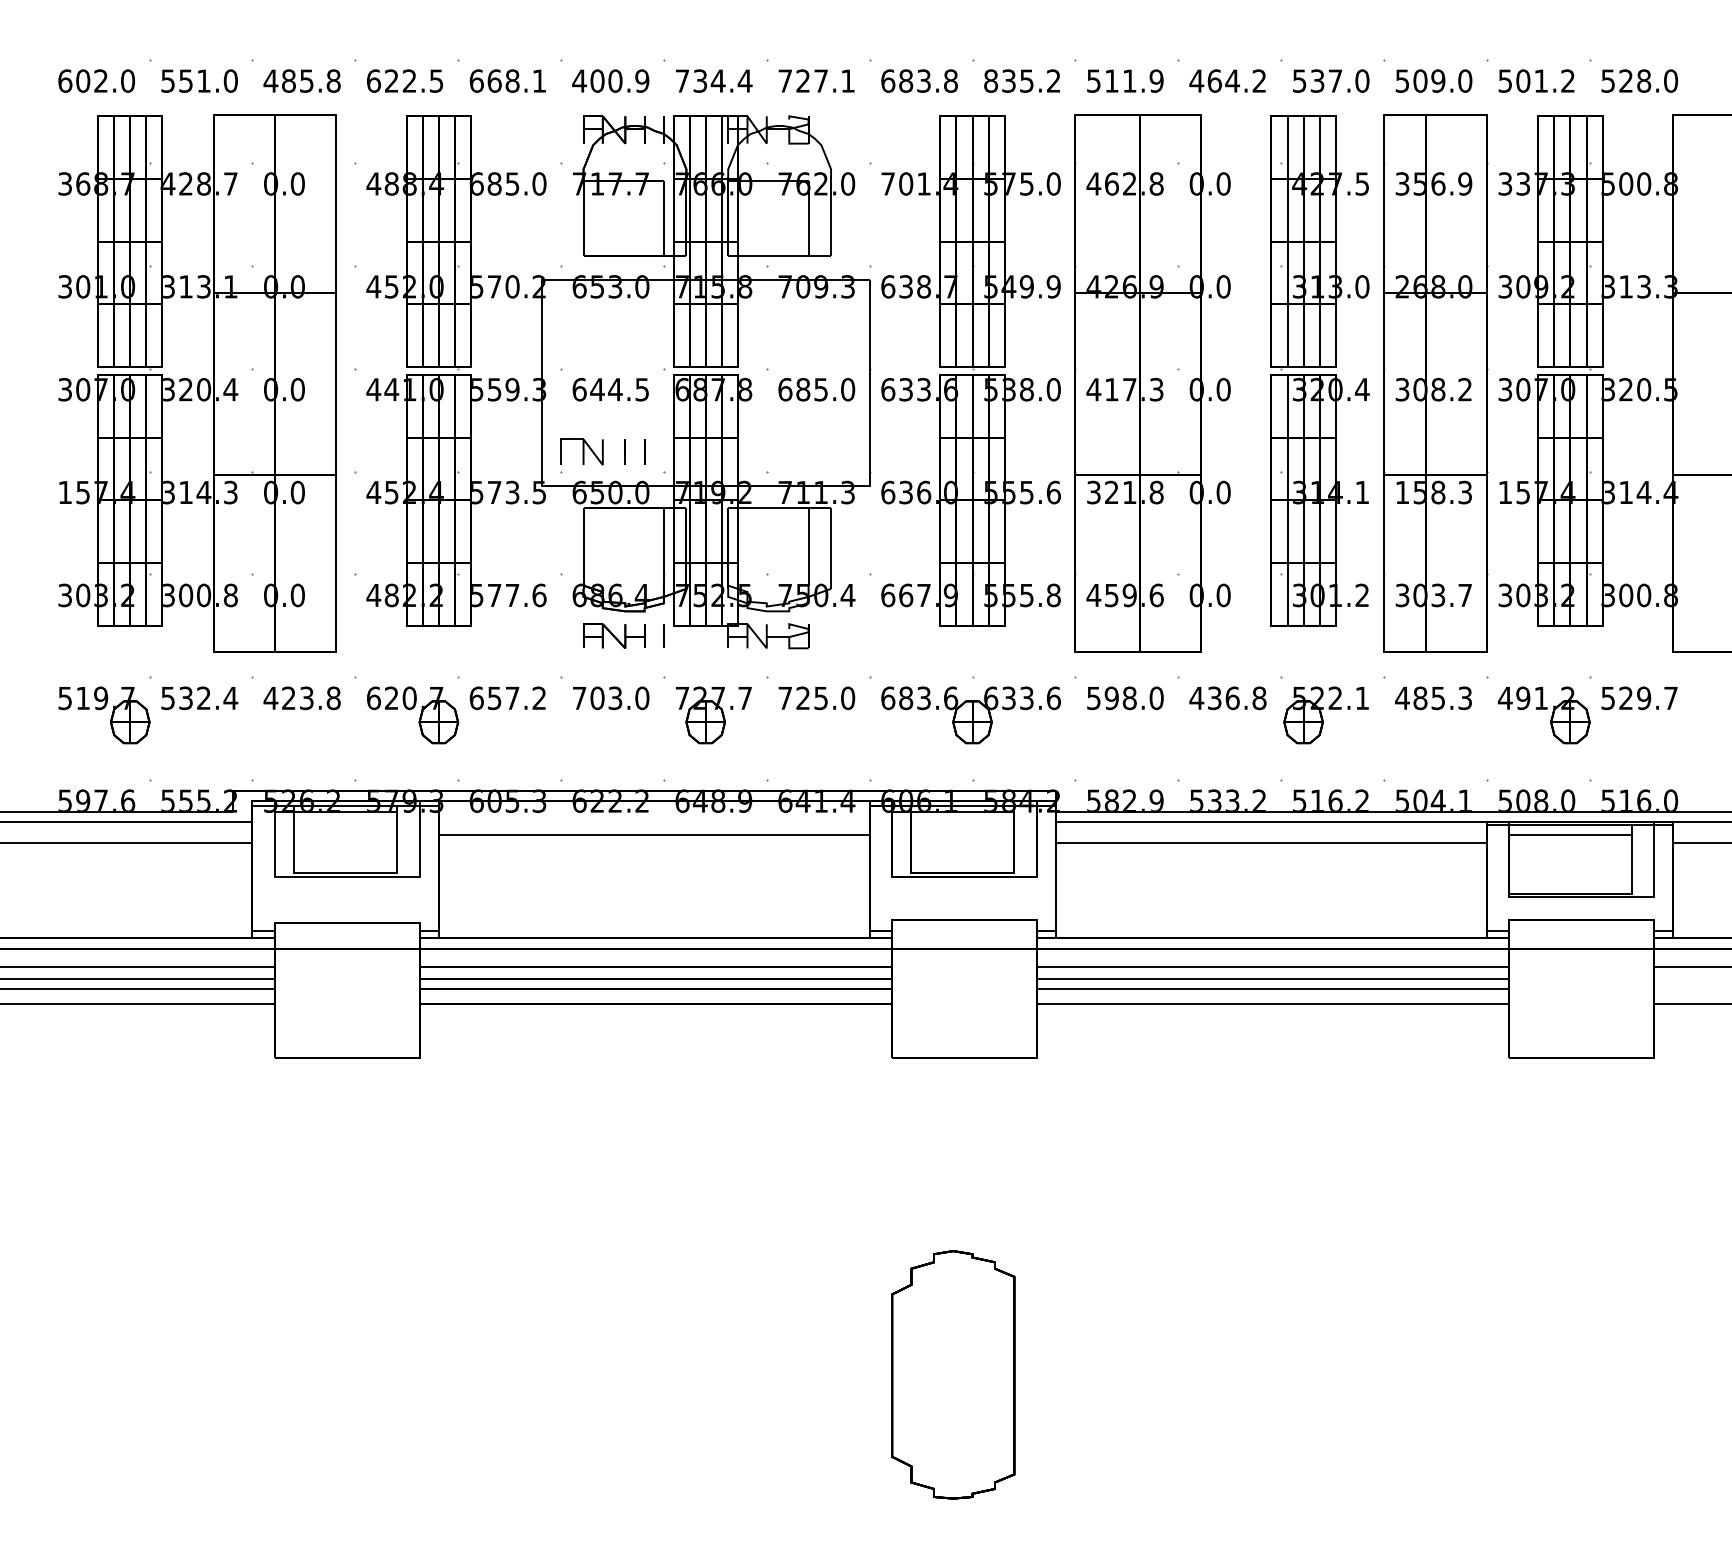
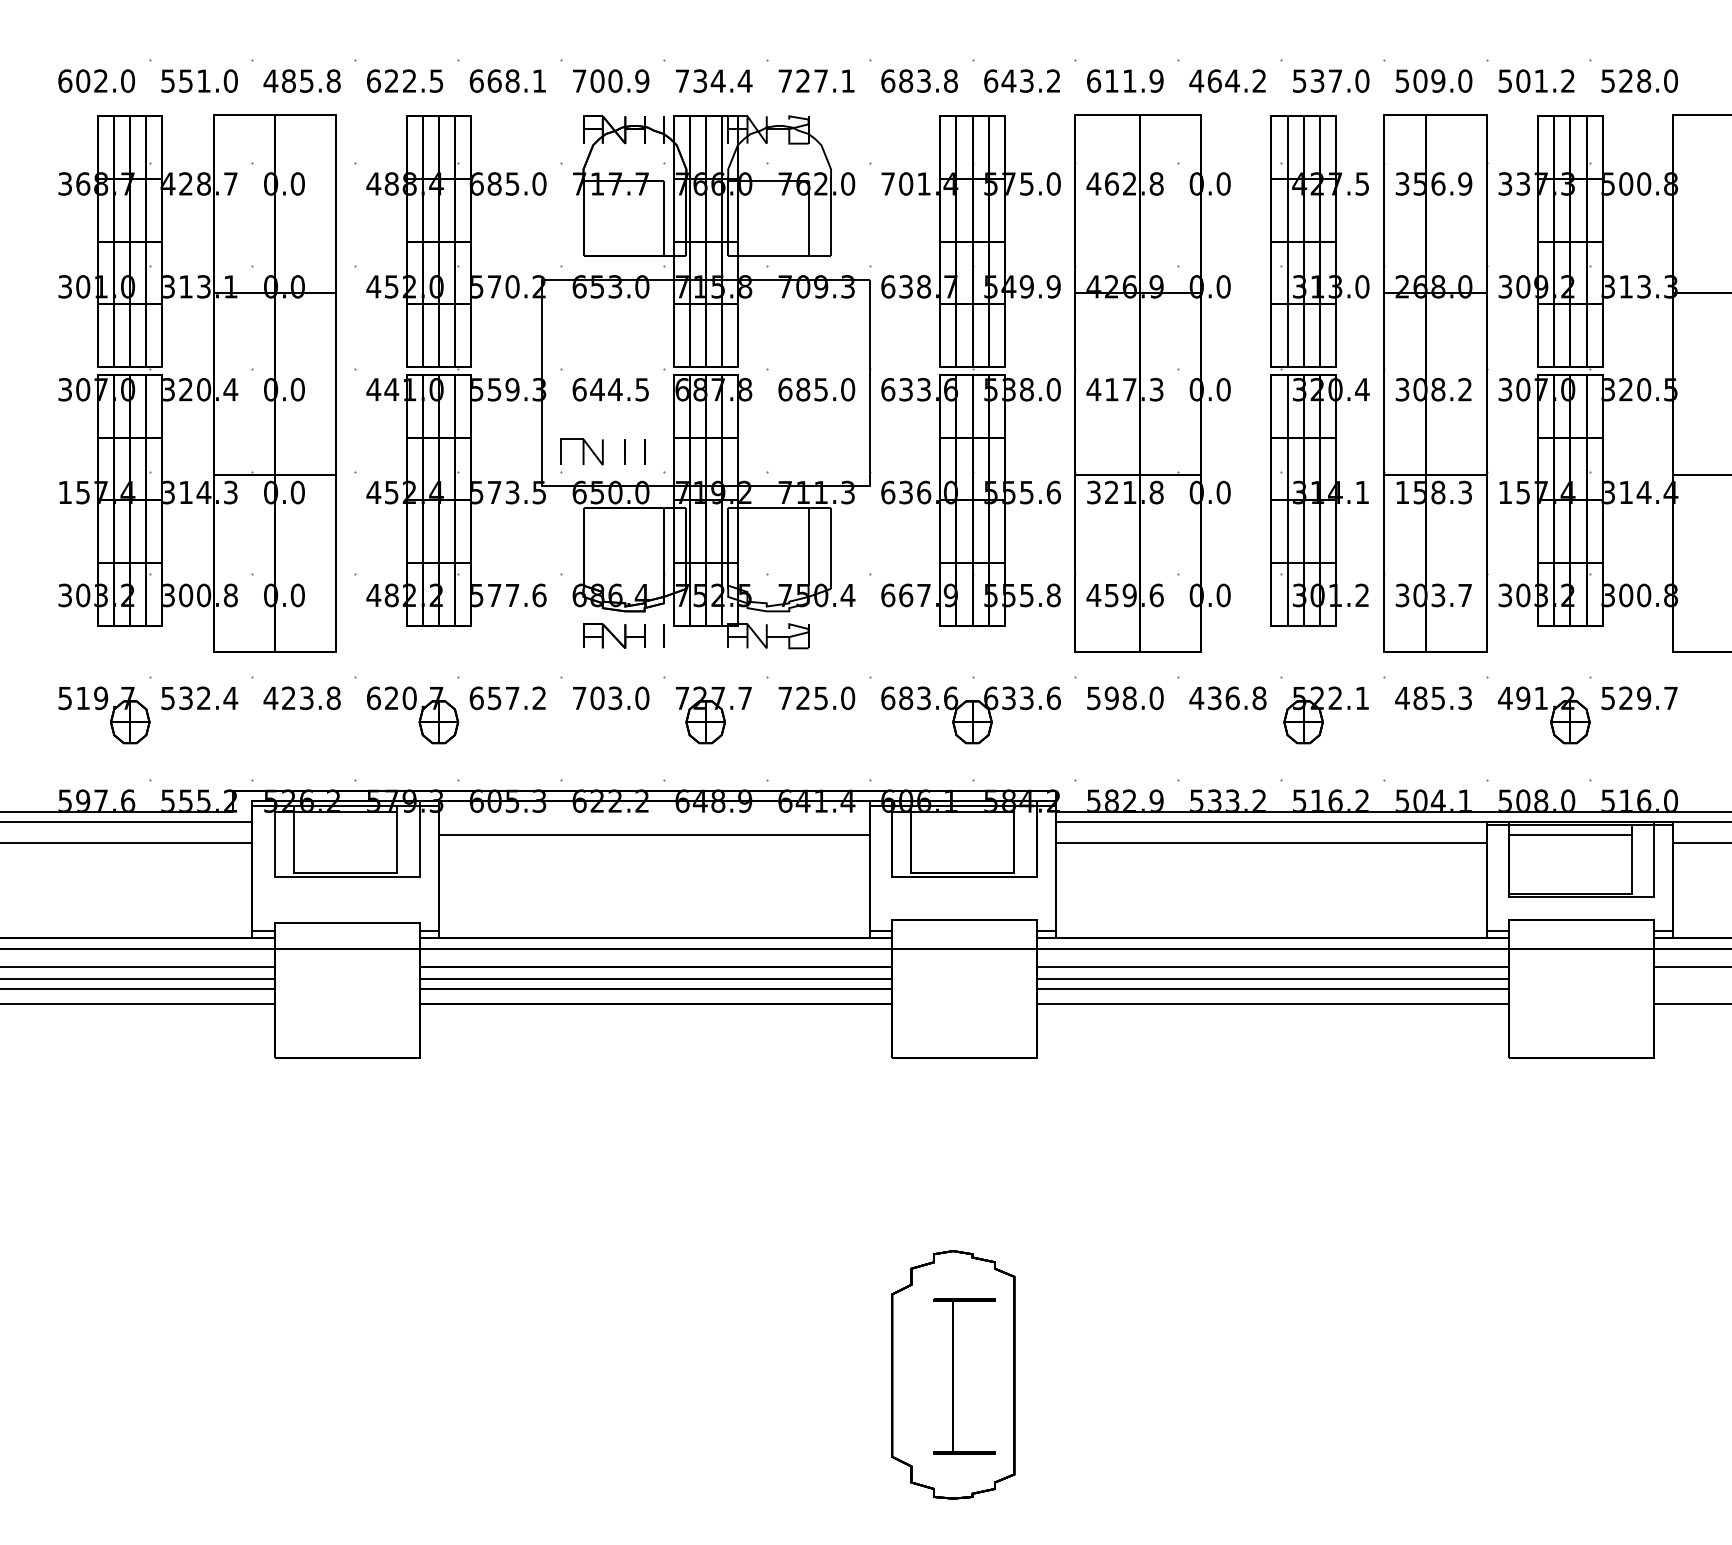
text at (579, 80): 400.9 -> 700.9
text at (1008, 80): 835.2 -> 643.2
text at (1094, 80): 511.9 -> 611.9
part at (953, 1376): none -> present
